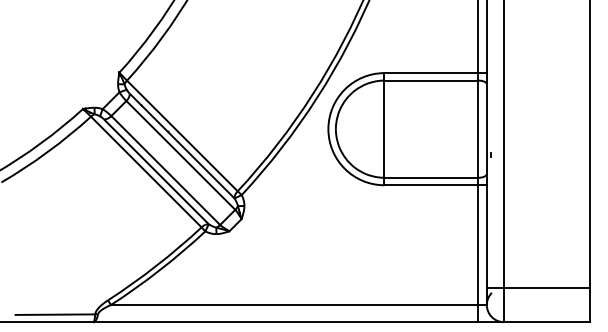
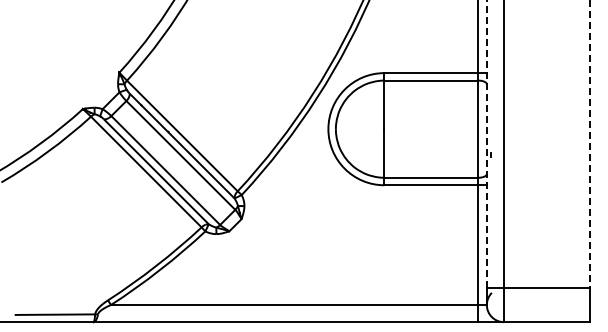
line at (486, 143): solid -> dashed
line at (589, 144): solid -> dashed
